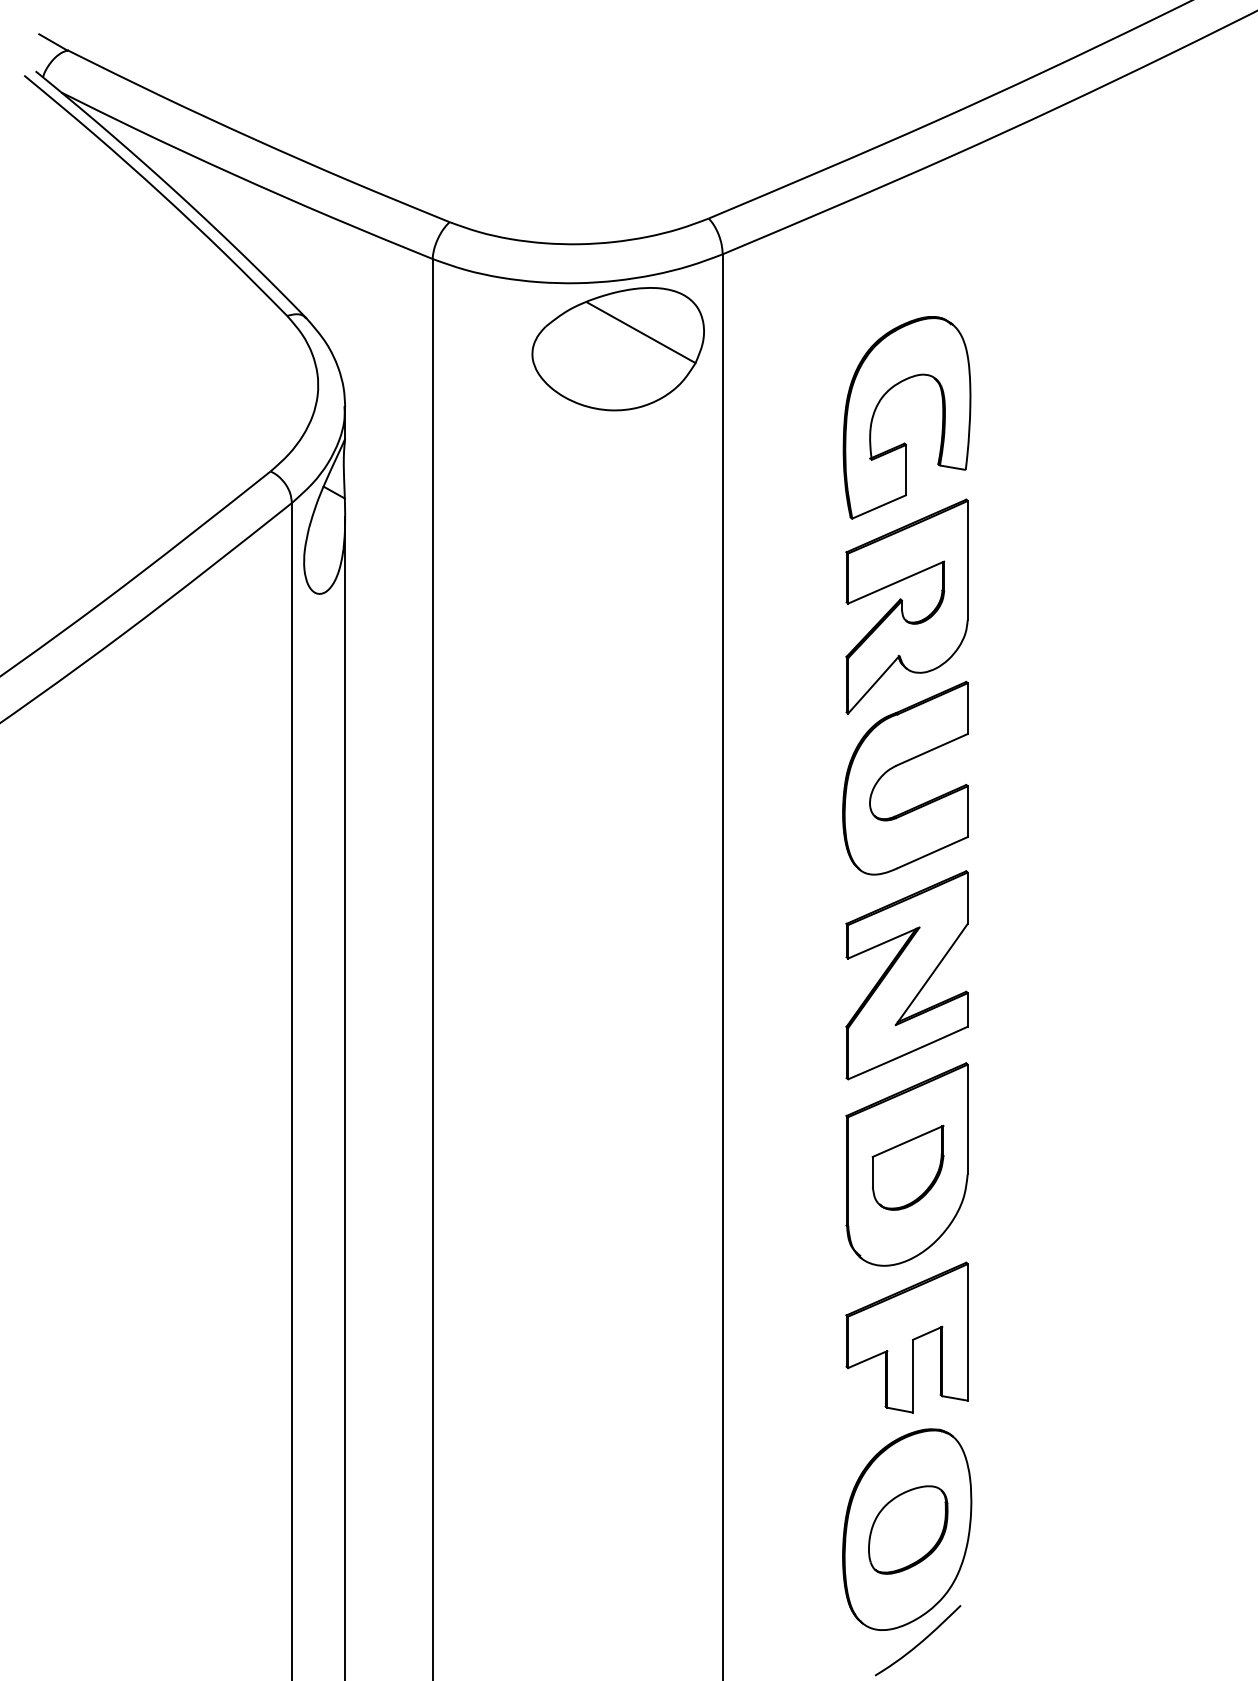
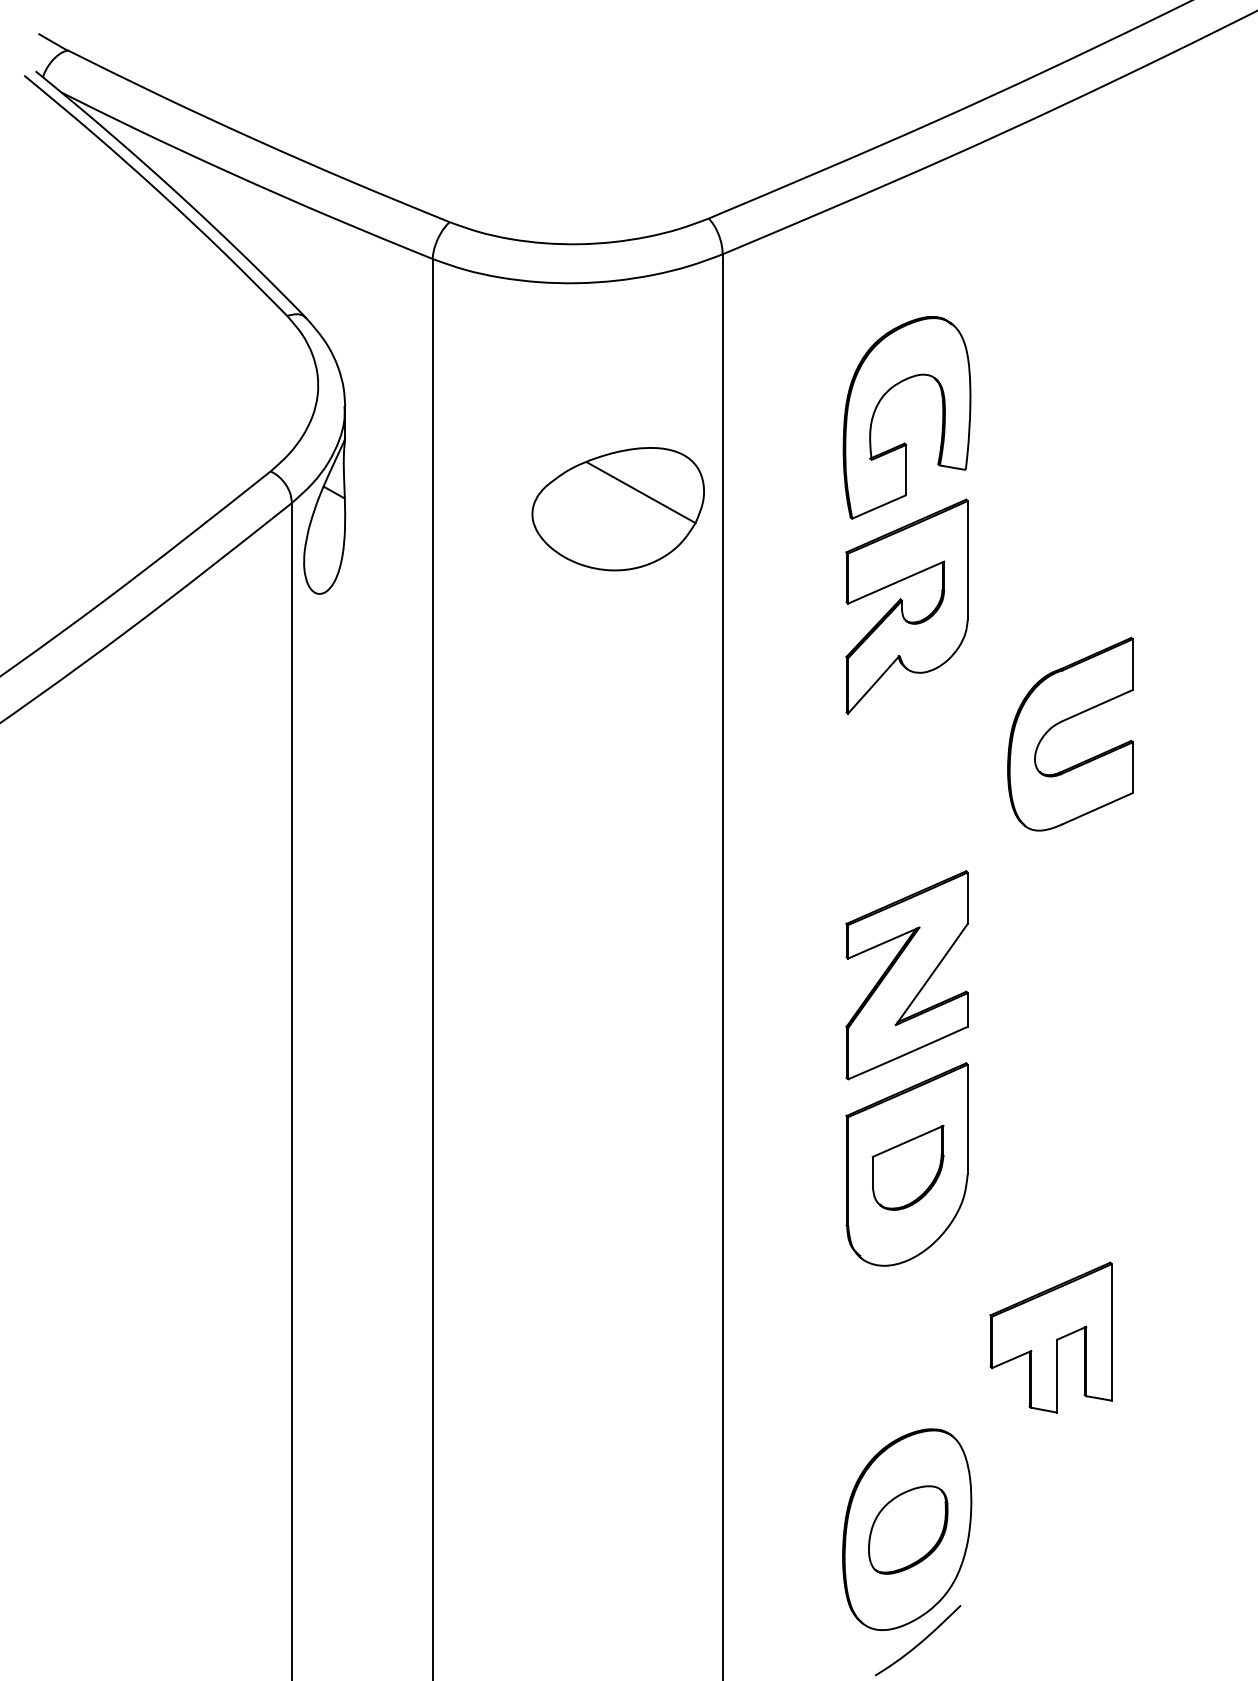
part at (617, 349) position: (617, 349) -> (617, 509)
part at (899, 765) position: (899, 765) -> (1064, 721)
line at (345, 1096): present -> none
part at (906, 1337) position: (906, 1337) -> (1050, 1337)
